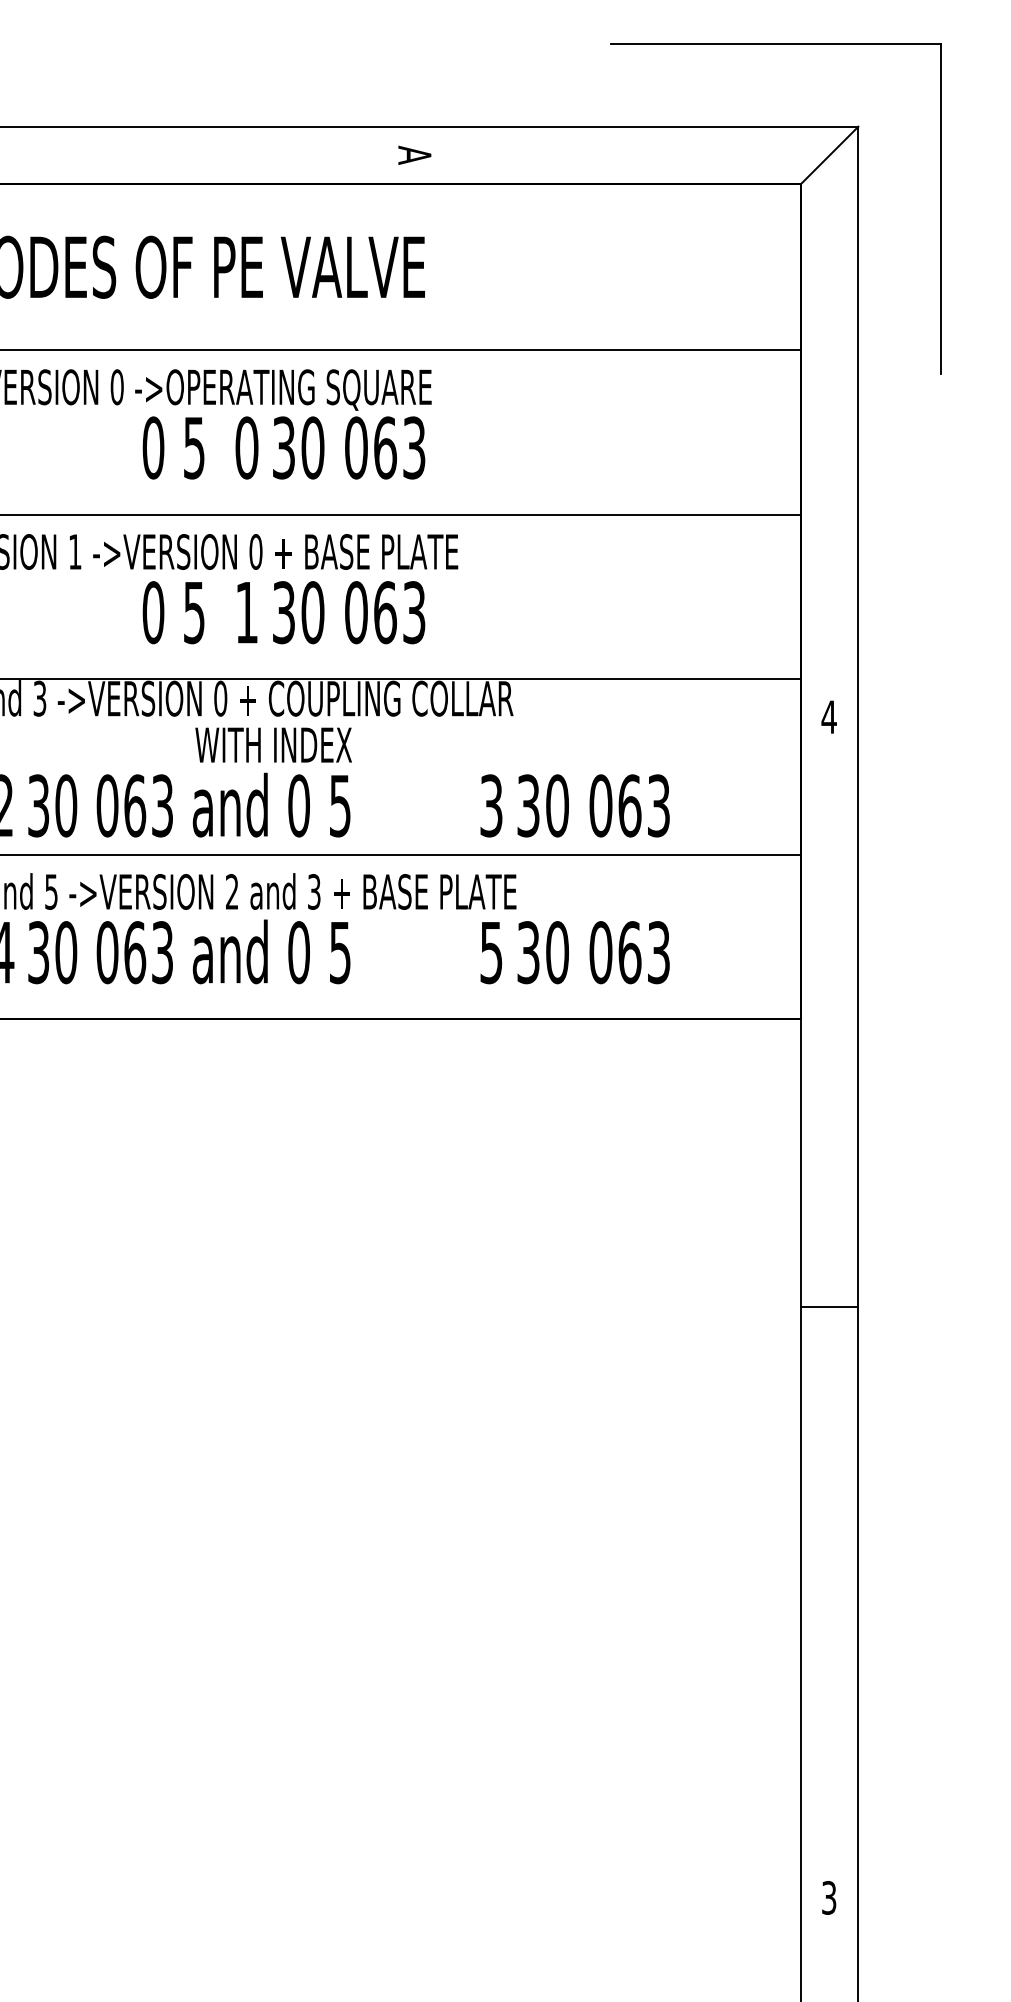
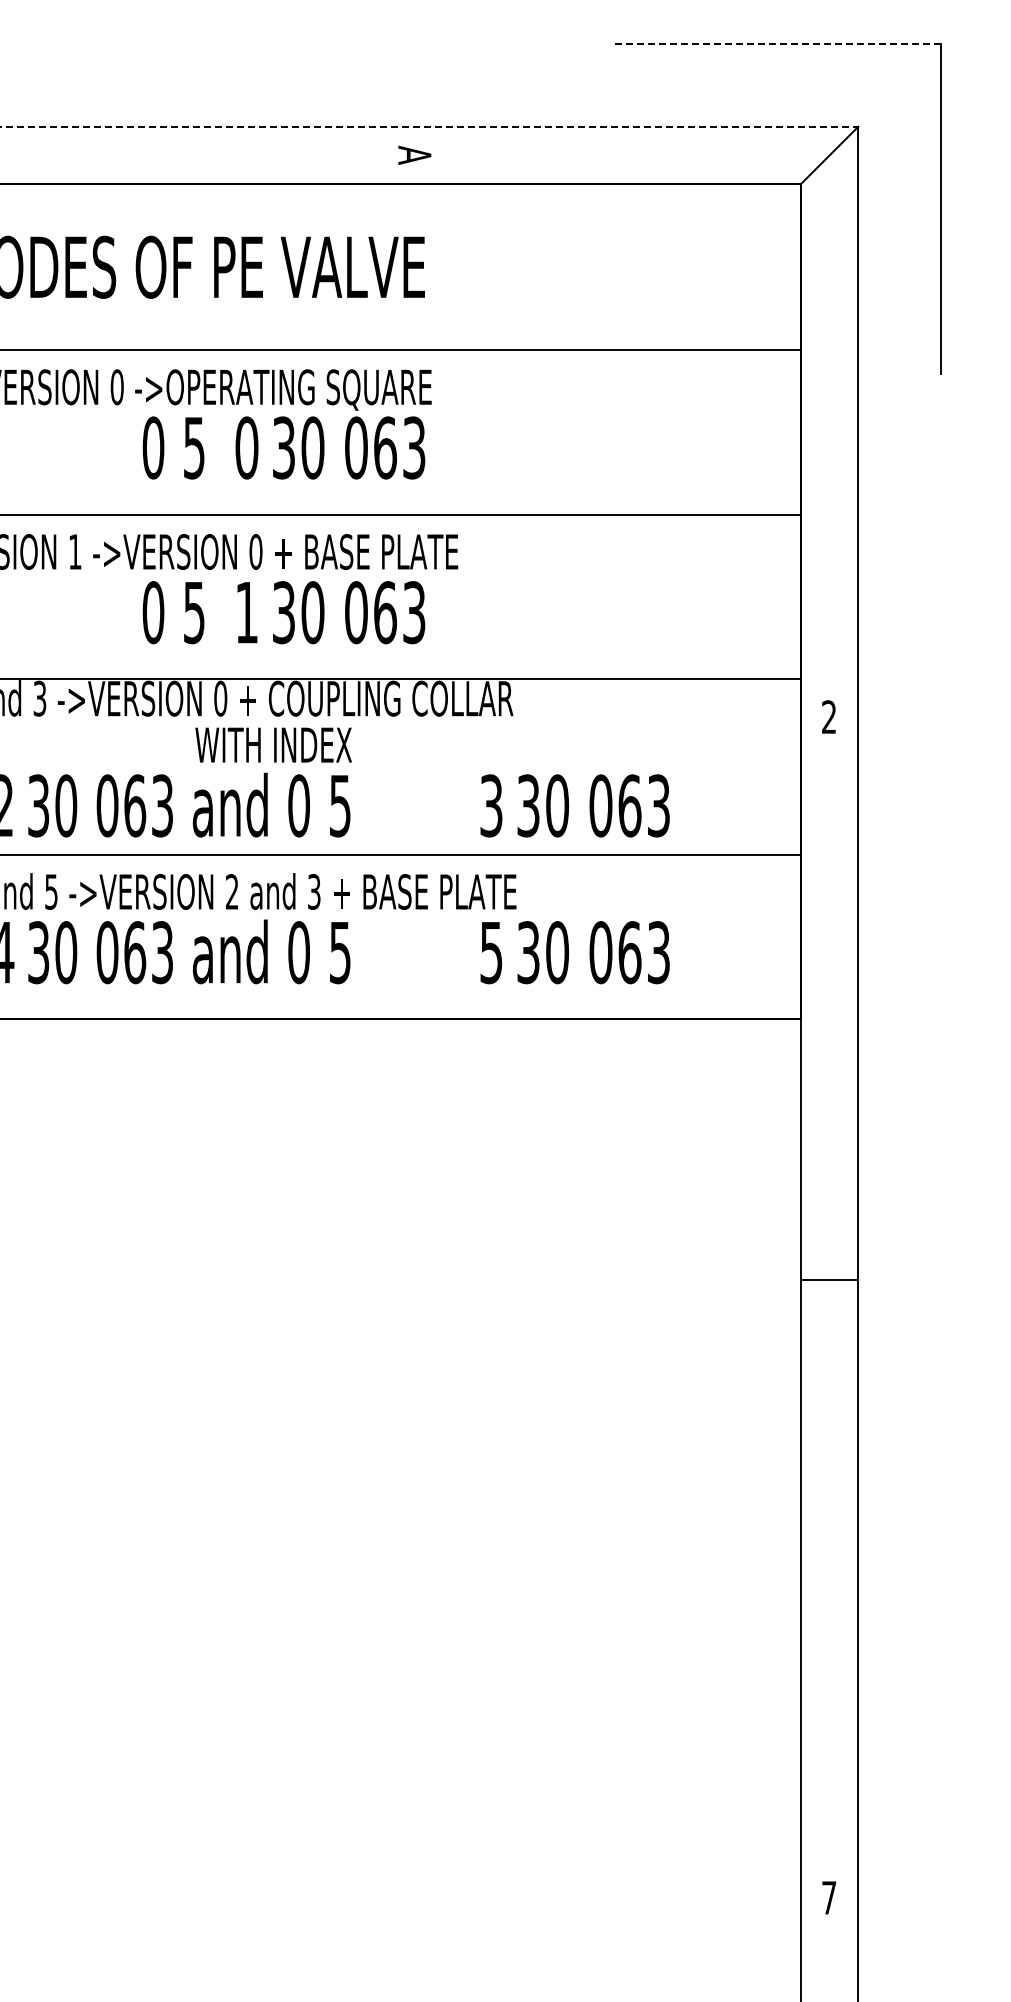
line at (776, 44): solid -> dashed
line at (429, 126): solid -> dashed
text at (828, 716): 4 -> 2
line at (829, 1307) position: (829, 1307) -> (829, 1280)
text at (829, 1897): 3 -> 7
